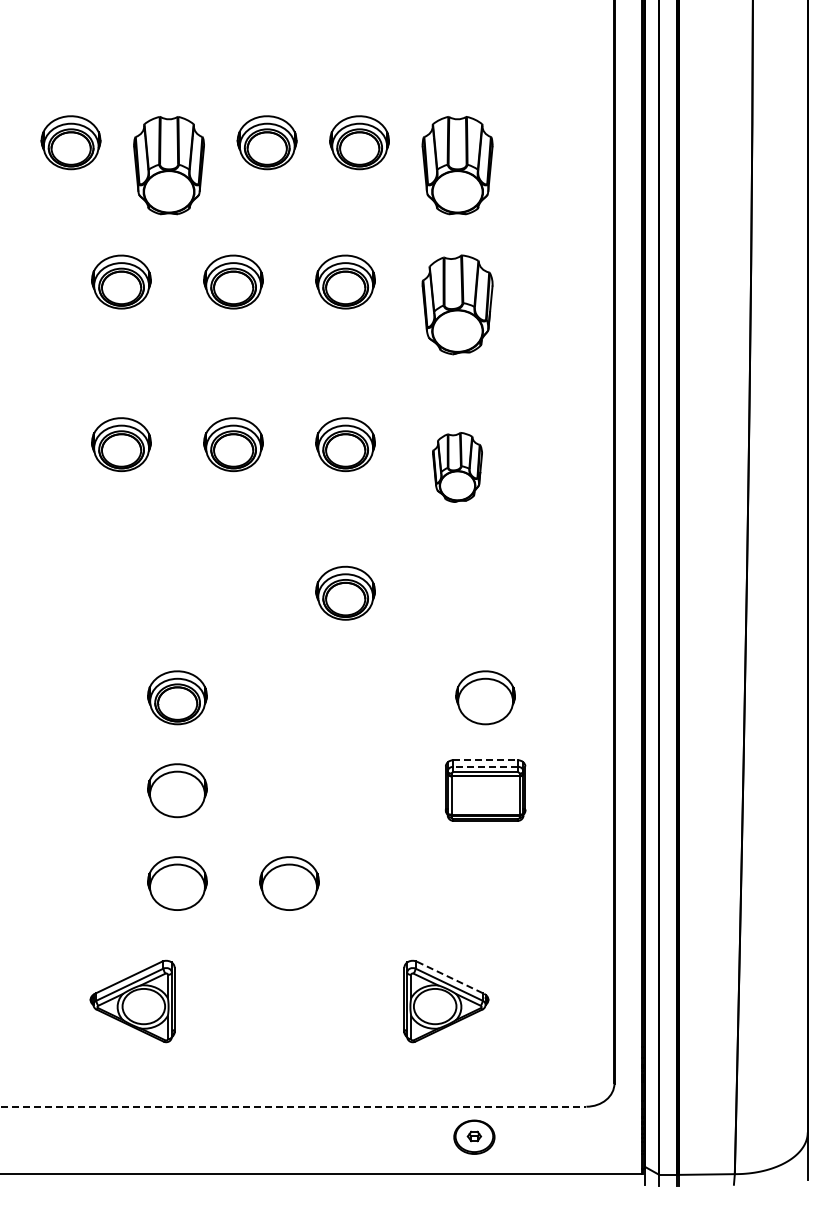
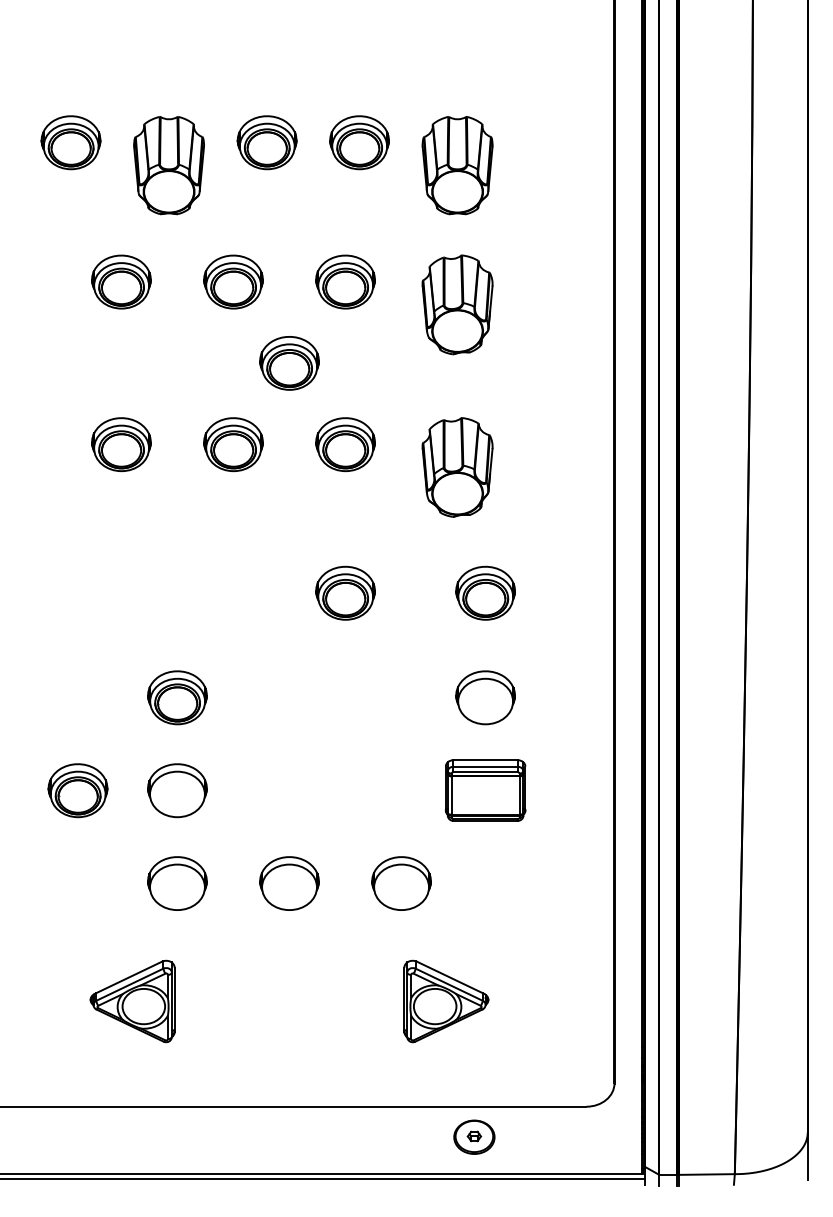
part at (289, 363): none -> present
part at (457, 467) size: 51x71 px -> 73x101 px
part at (485, 592): none -> present
line at (486, 760): dashed -> solid
line at (485, 766): dashed -> solid
part at (77, 790): none -> present
part at (401, 883): none -> present
line at (451, 977): dashed -> solid
line at (293, 1106): dashed -> solid
line at (323, 1178): none -> present
